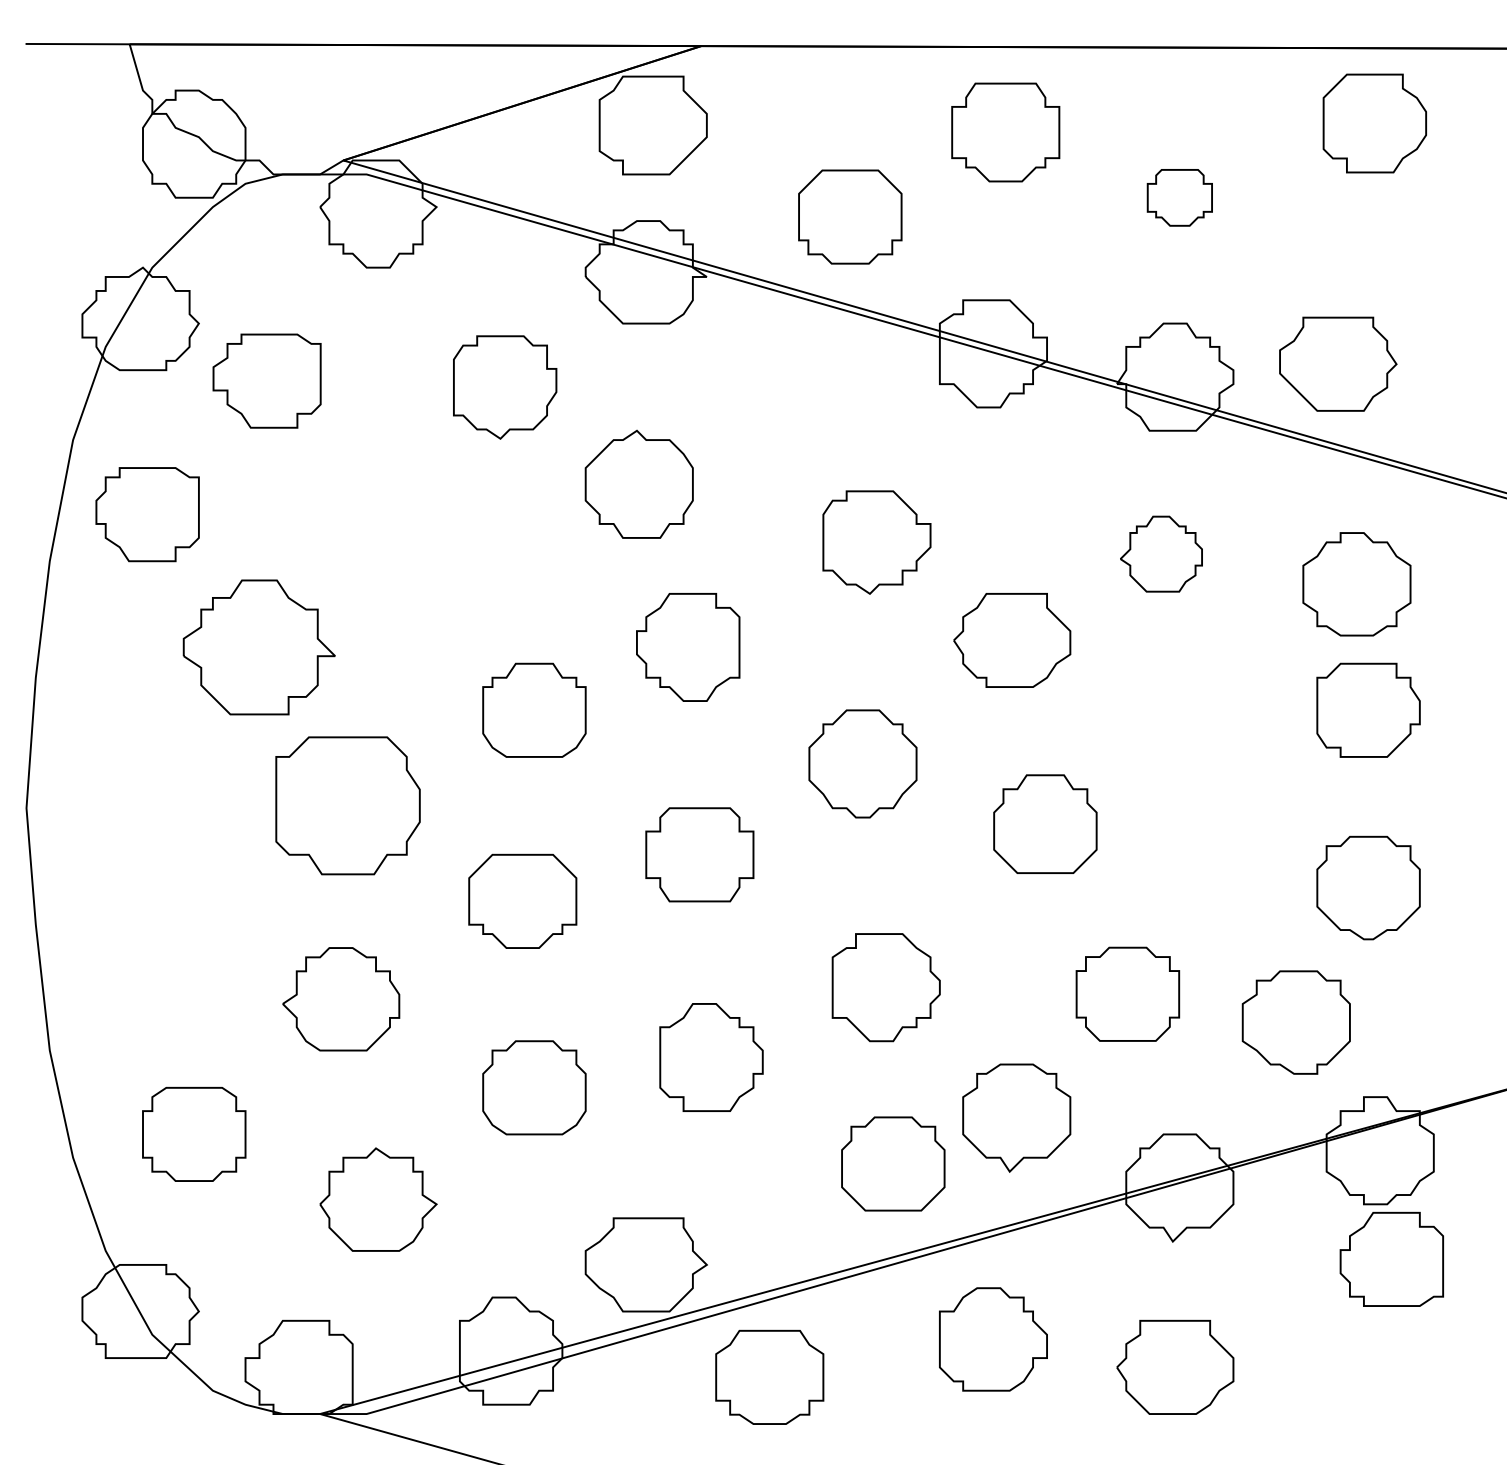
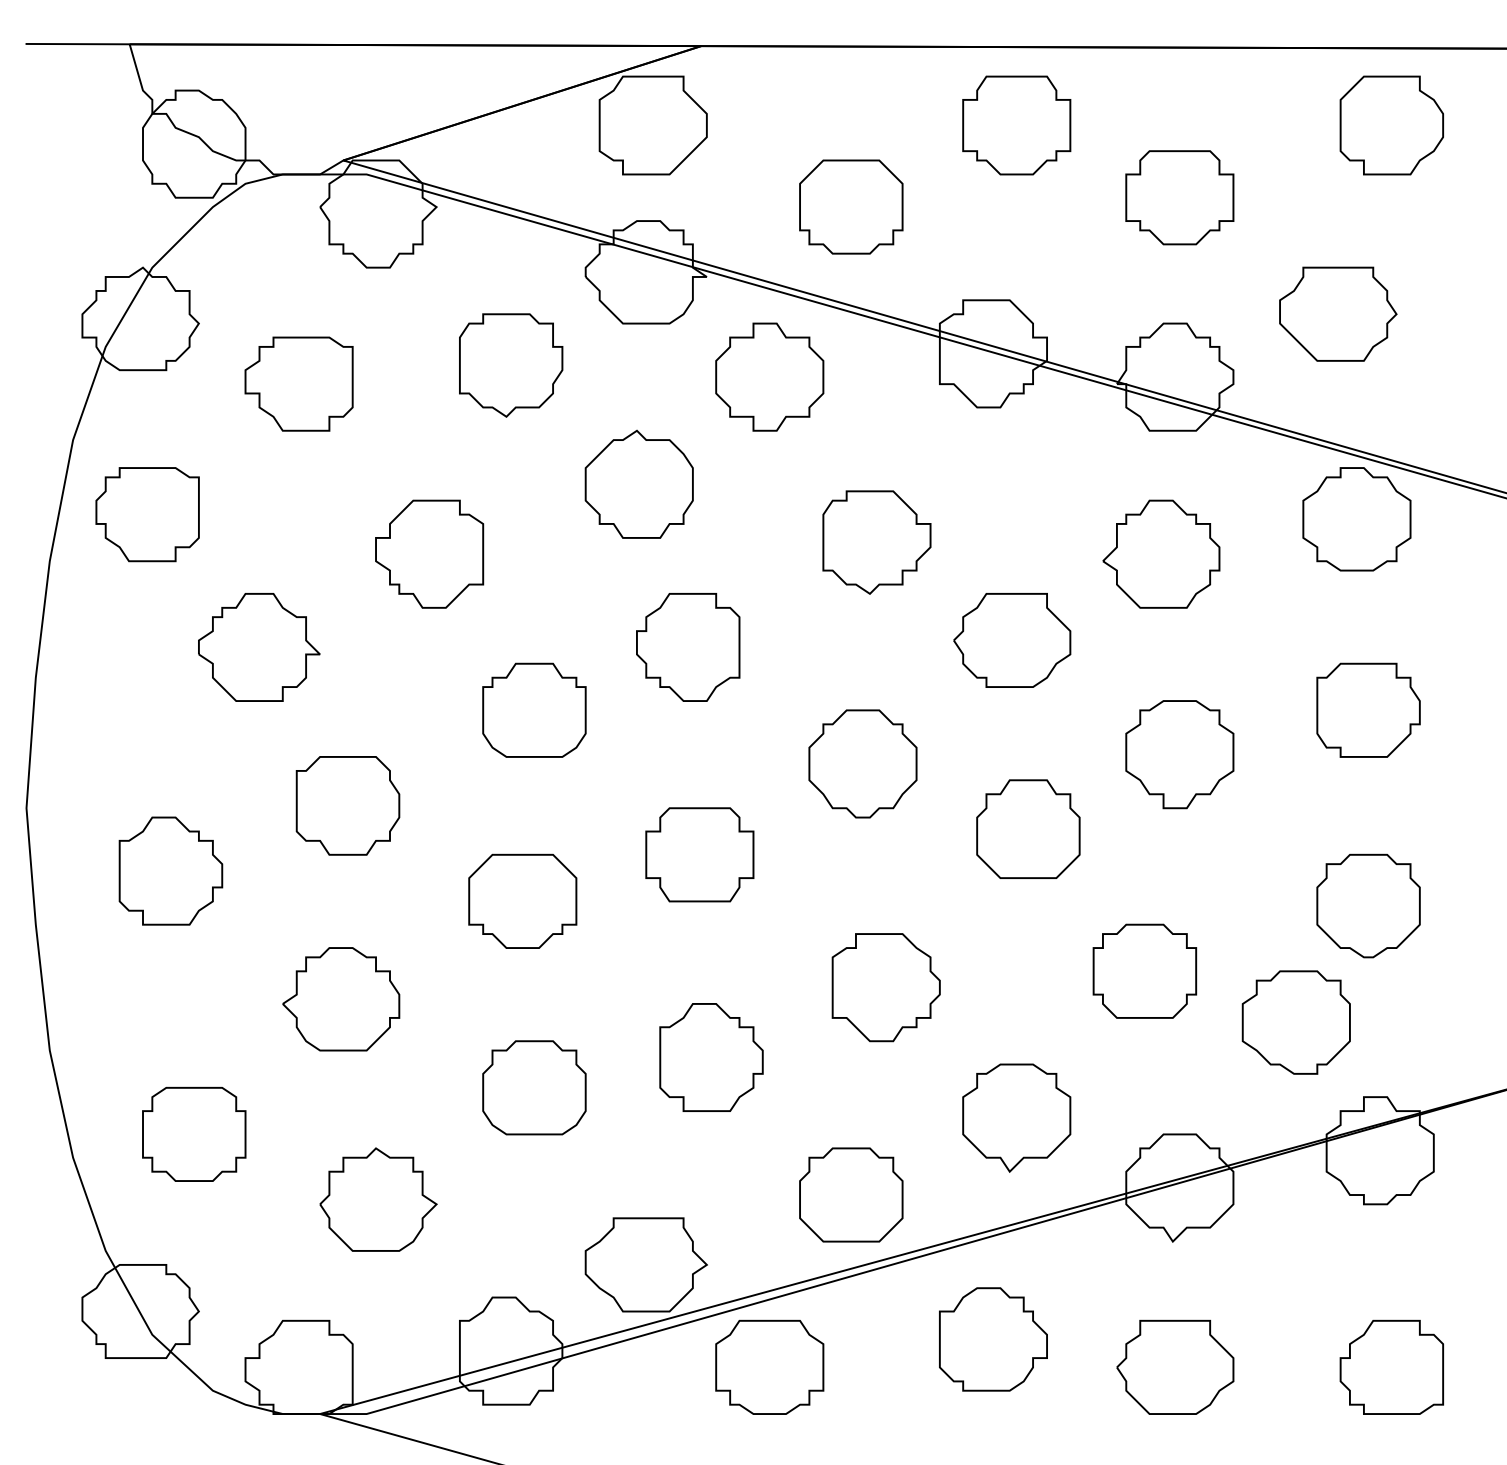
part at (1374, 123) position: (1374, 123) -> (1391, 125)
part at (1005, 132) position: (1005, 132) -> (1016, 125)
part at (1179, 197) size: 67x58 px -> 110x96 px
part at (850, 216) position: (850, 216) -> (851, 206)
part at (1338, 363) position: (1338, 363) -> (1338, 313)
part at (769, 376): none -> present
part at (266, 380) position: (266, 380) -> (298, 383)
part at (505, 387) position: (505, 387) -> (511, 365)
part at (429, 553): none -> present
part at (1161, 553) size: 83x78 px -> 119x110 px
part at (1356, 584) position: (1356, 584) -> (1356, 519)
part at (258, 647) size: 154x137 px -> 123x109 px
part at (1179, 754): none -> present
part at (347, 805) size: 146x140 px -> 106x100 px
part at (1045, 823) position: (1045, 823) -> (1028, 828)
part at (170, 870): none -> present
part at (1368, 887) position: (1368, 887) -> (1368, 905)
part at (1127, 993) position: (1127, 993) -> (1144, 970)
part at (893, 1163) position: (893, 1163) -> (851, 1194)
part at (1391, 1258) position: (1391, 1258) -> (1391, 1366)
part at (769, 1376) position: (769, 1376) -> (769, 1366)
